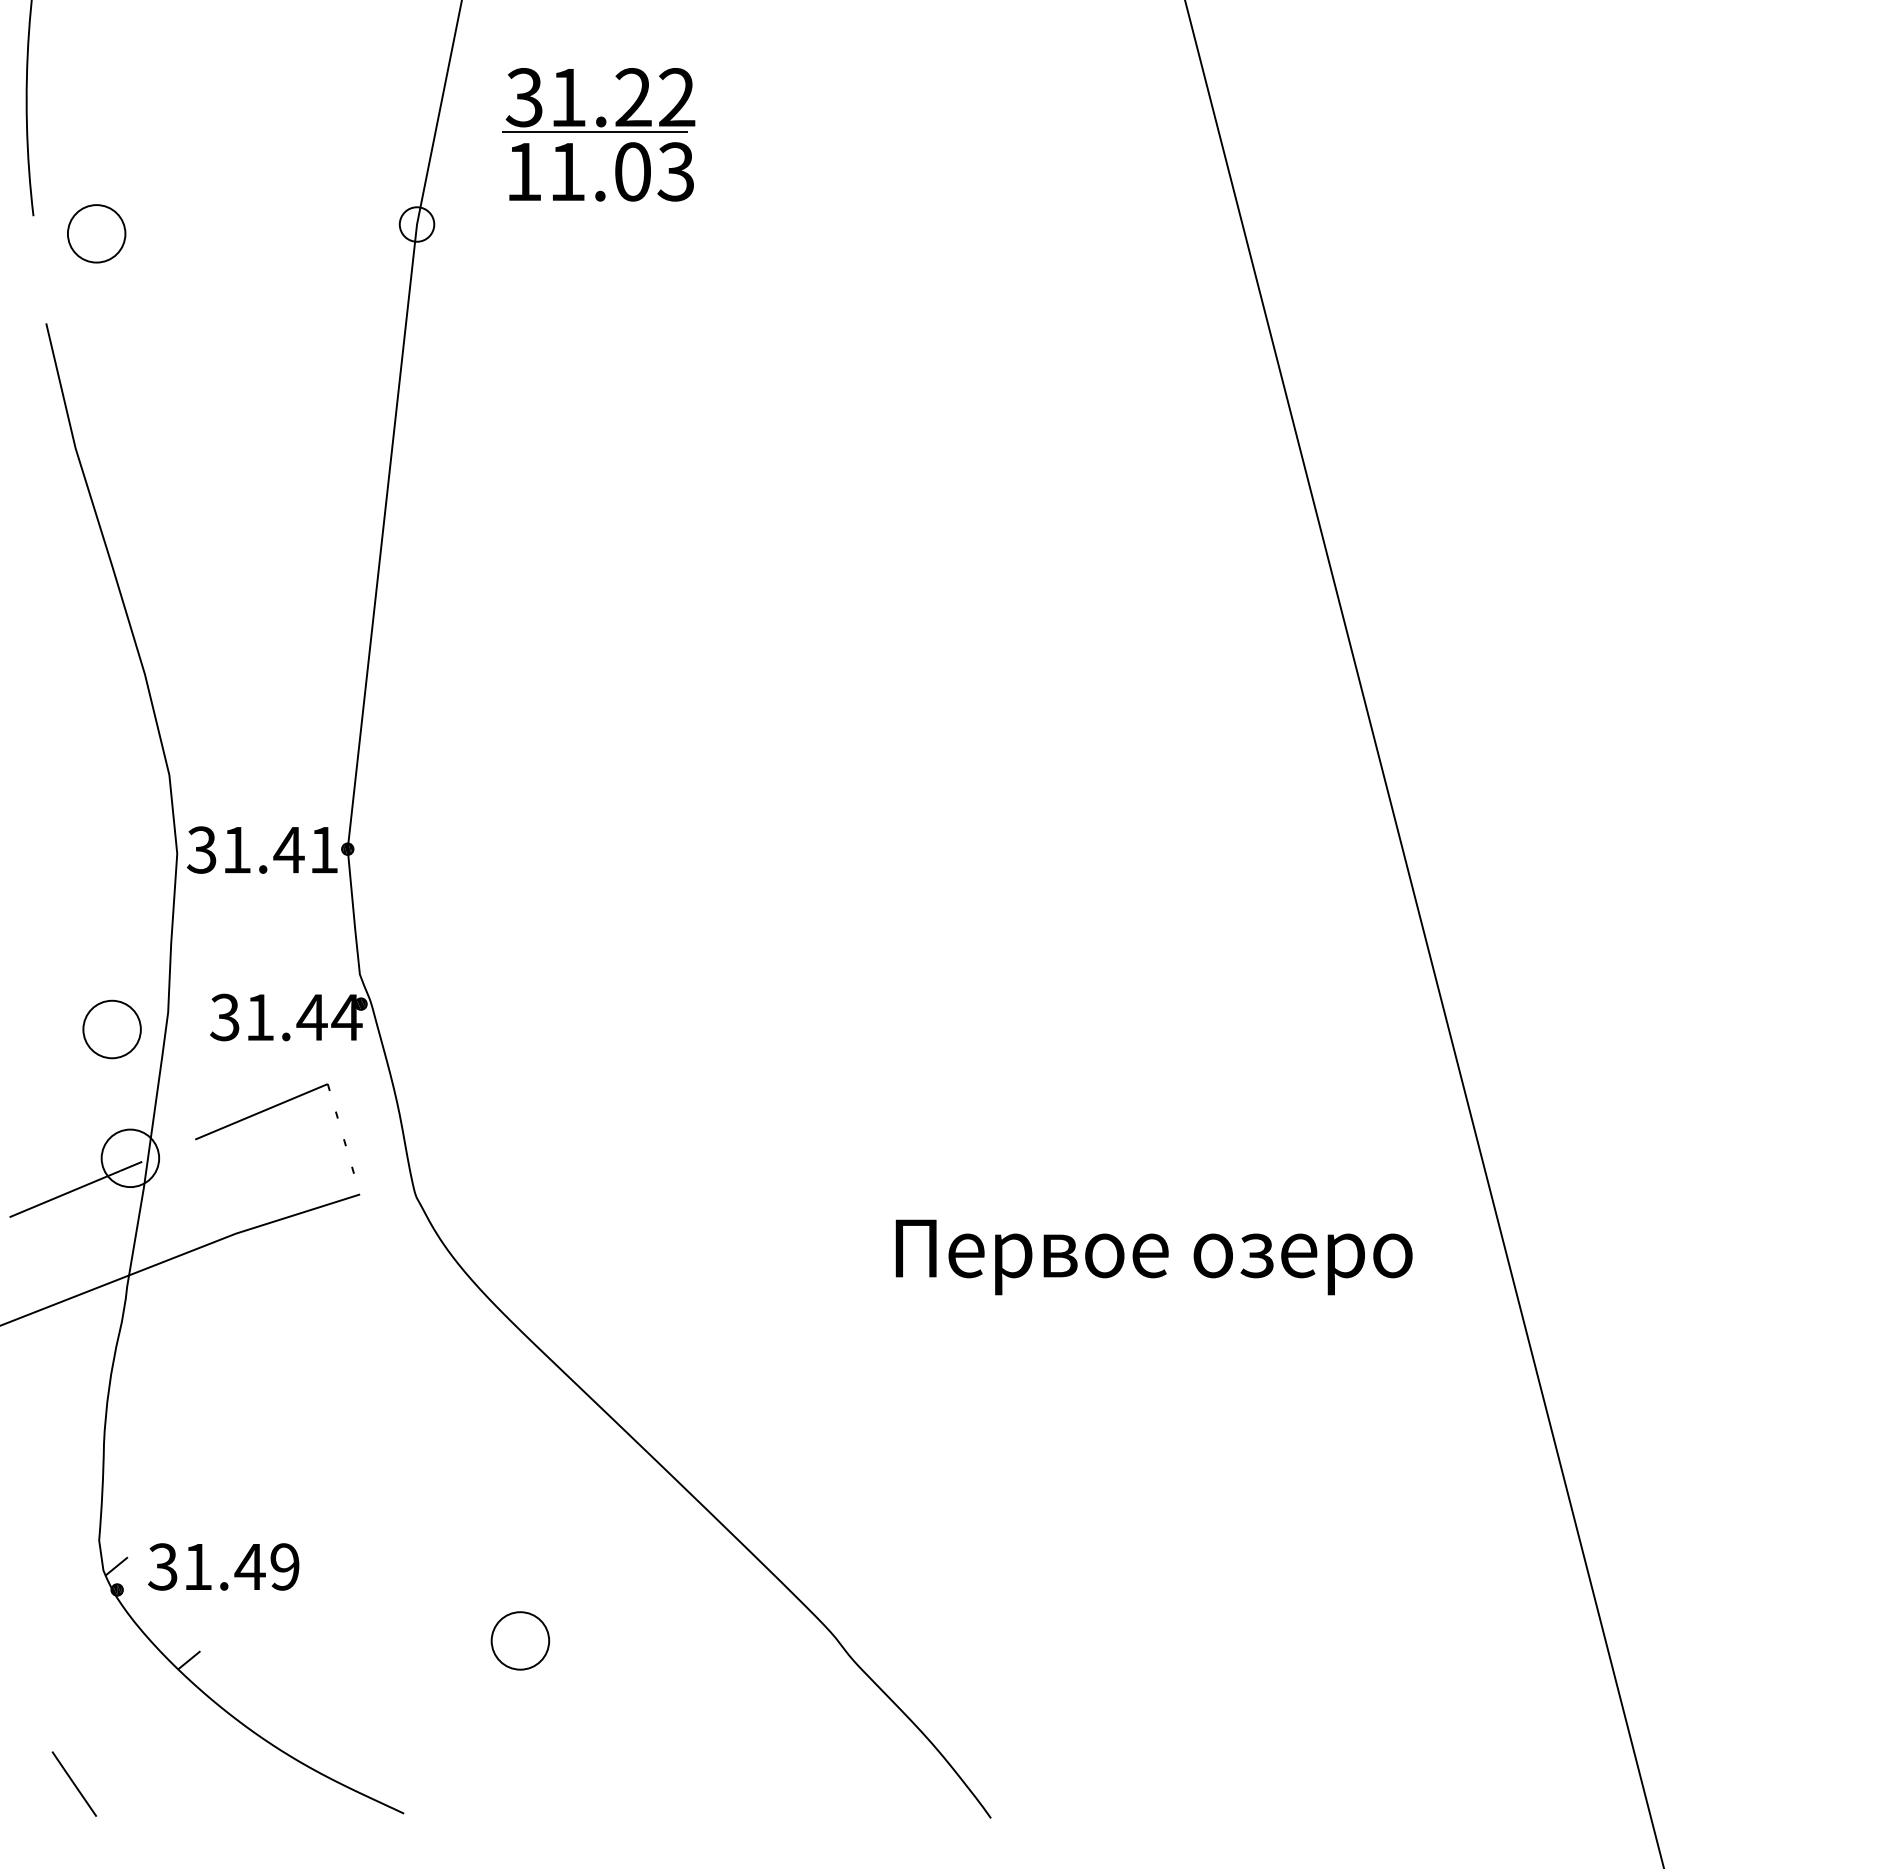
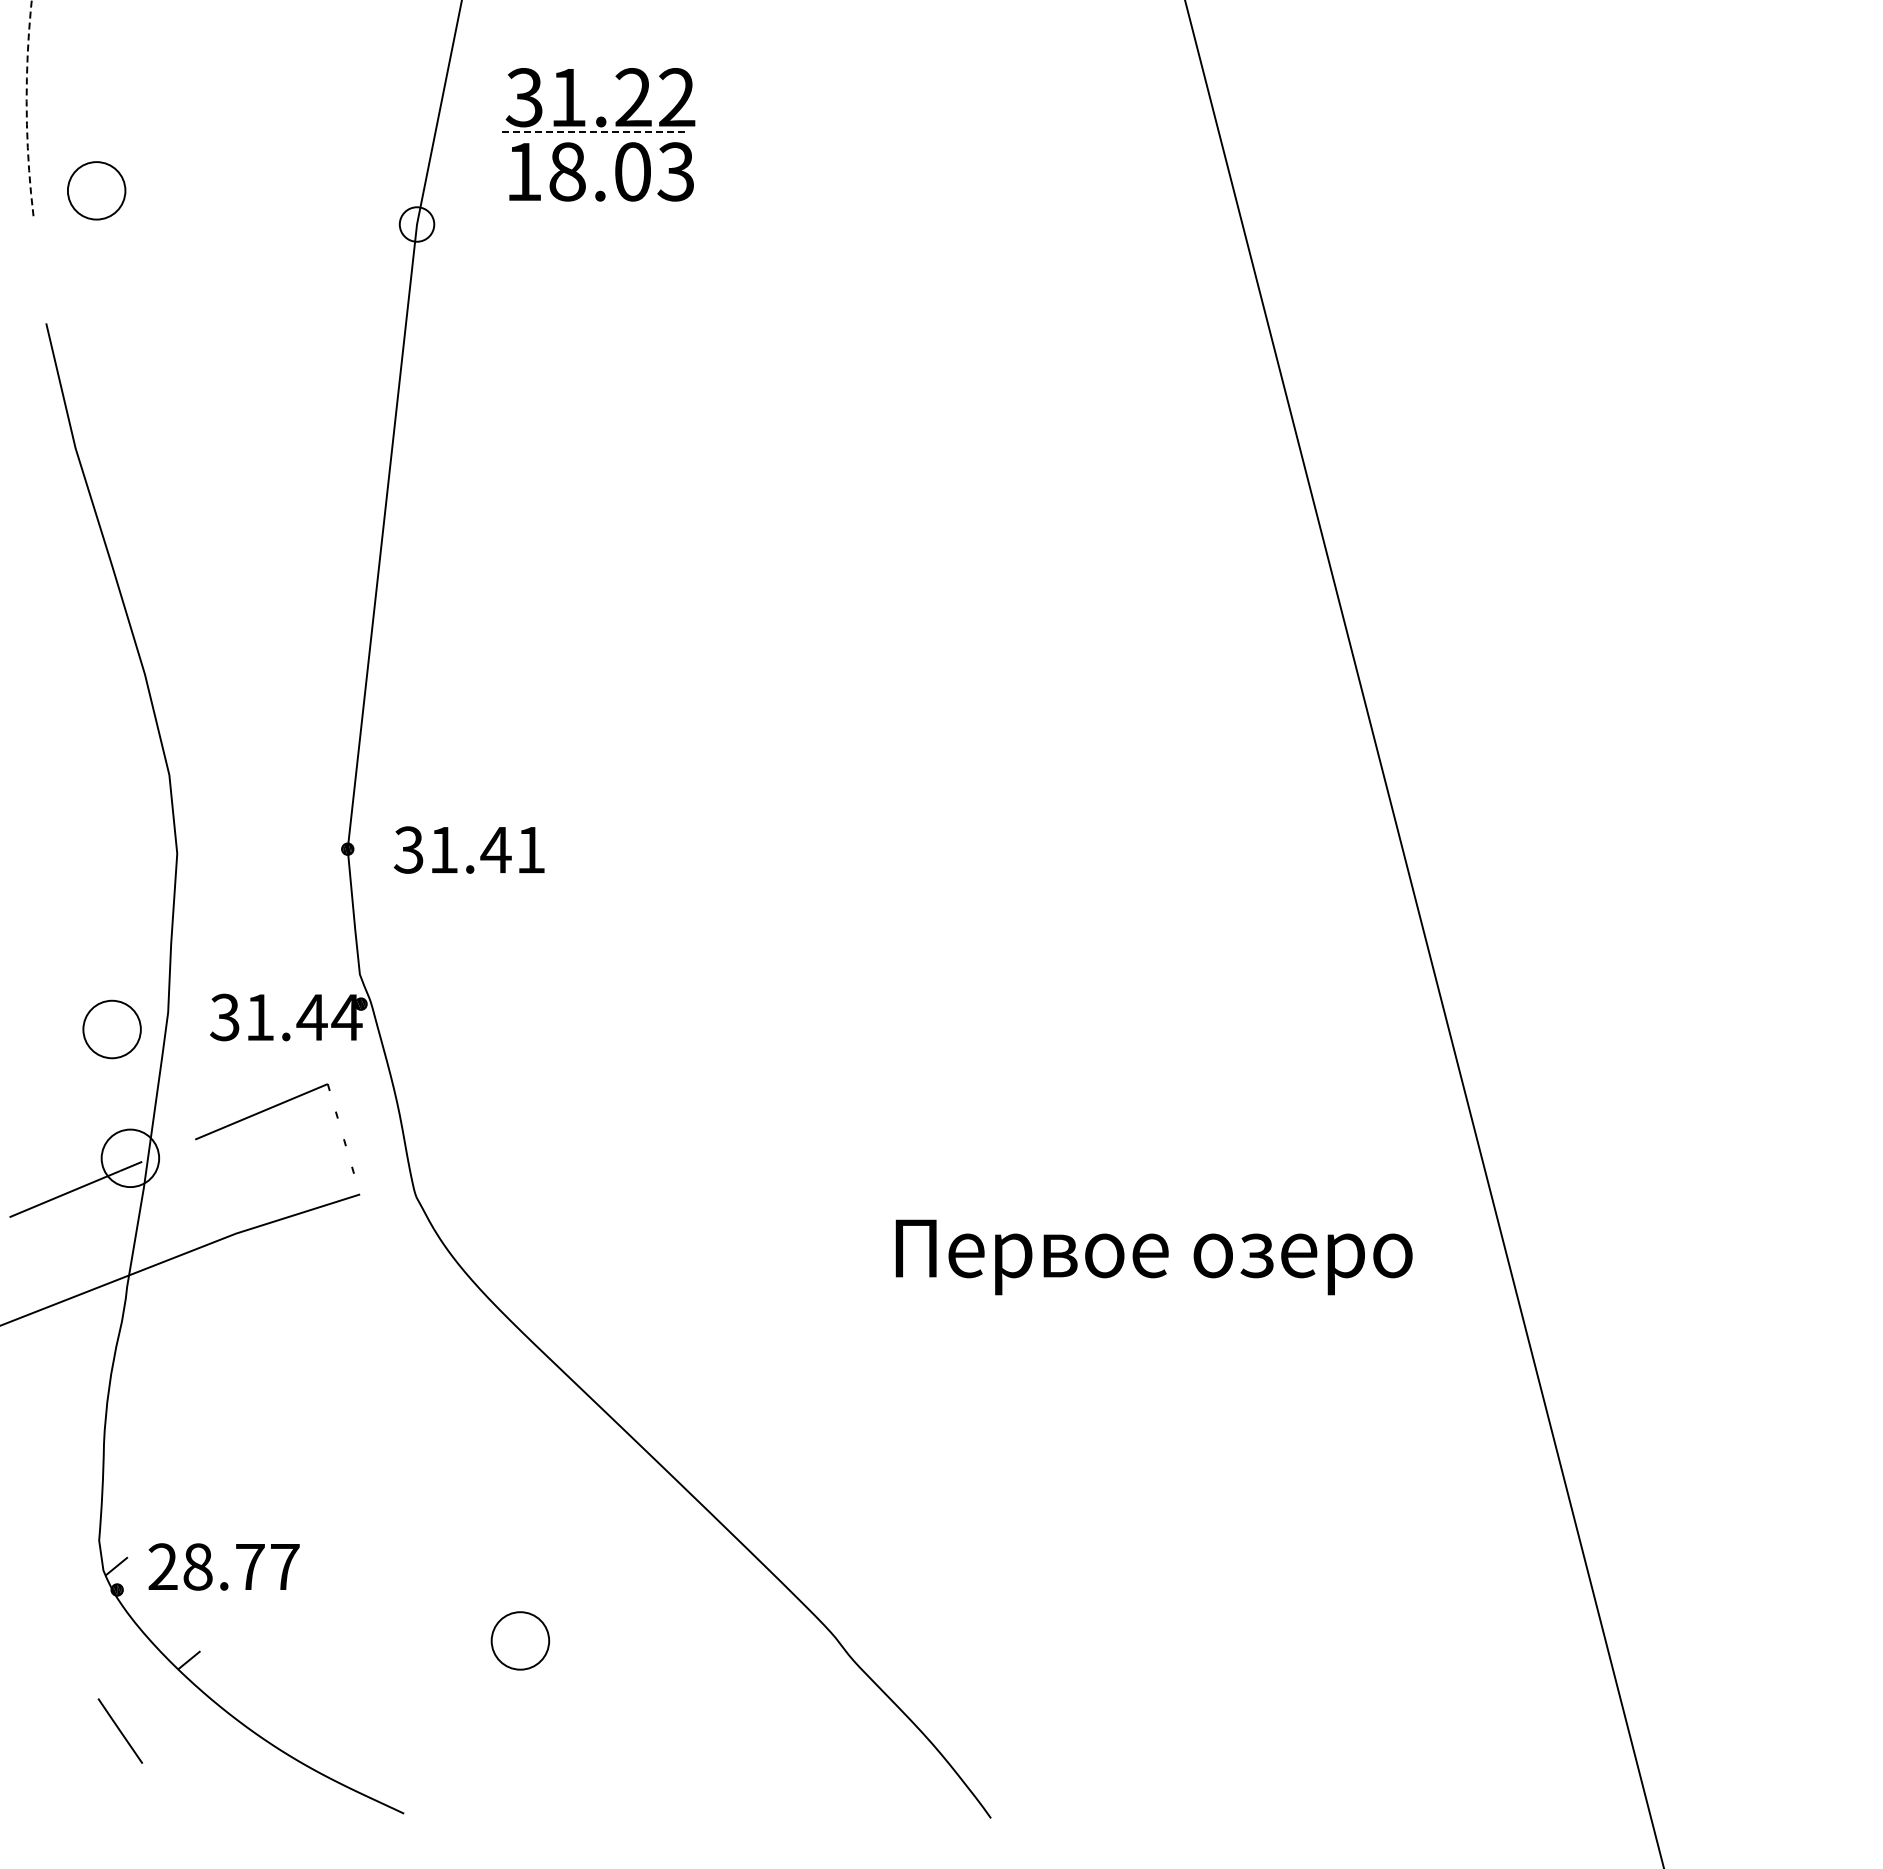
line at (26, 108): solid -> dashed
line at (595, 132): solid -> dashed
text at (567, 171): 11.03 -> 18.03
part at (96, 233) position: (96, 233) -> (96, 190)
text at (262, 849) position: (262, 849) -> (469, 849)
text at (223, 1566): 31.49 -> 28.77
line at (73, 1783) position: (73, 1783) -> (119, 1730)
